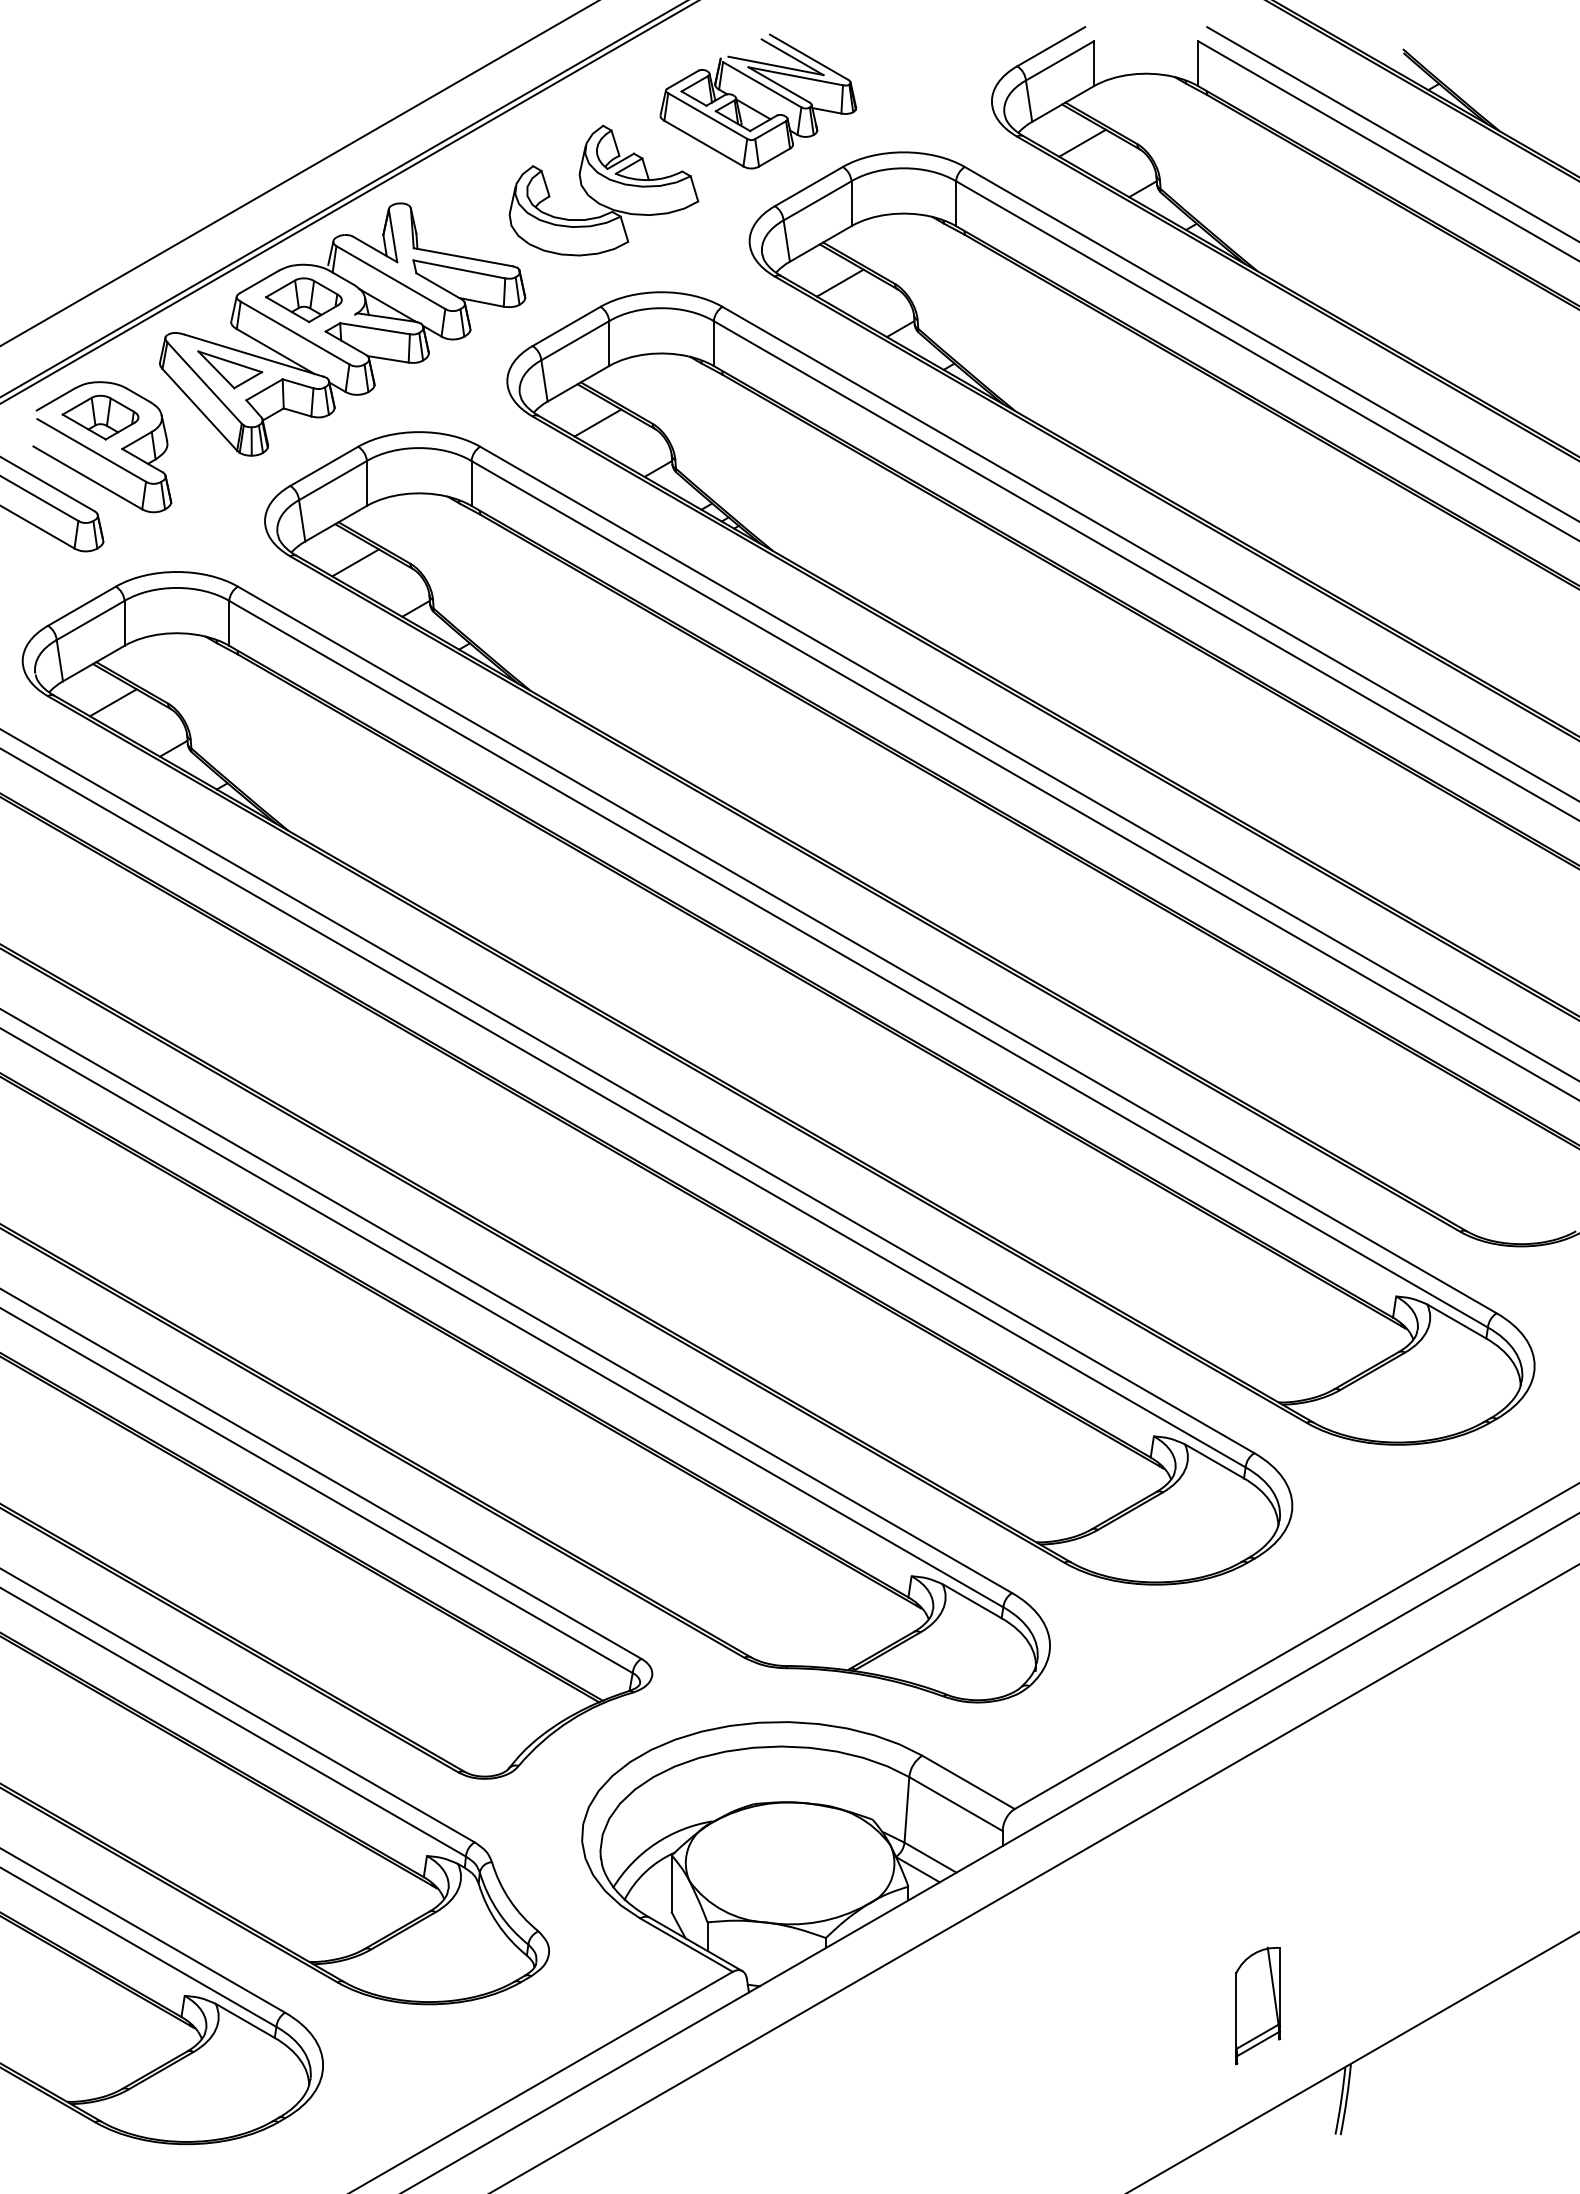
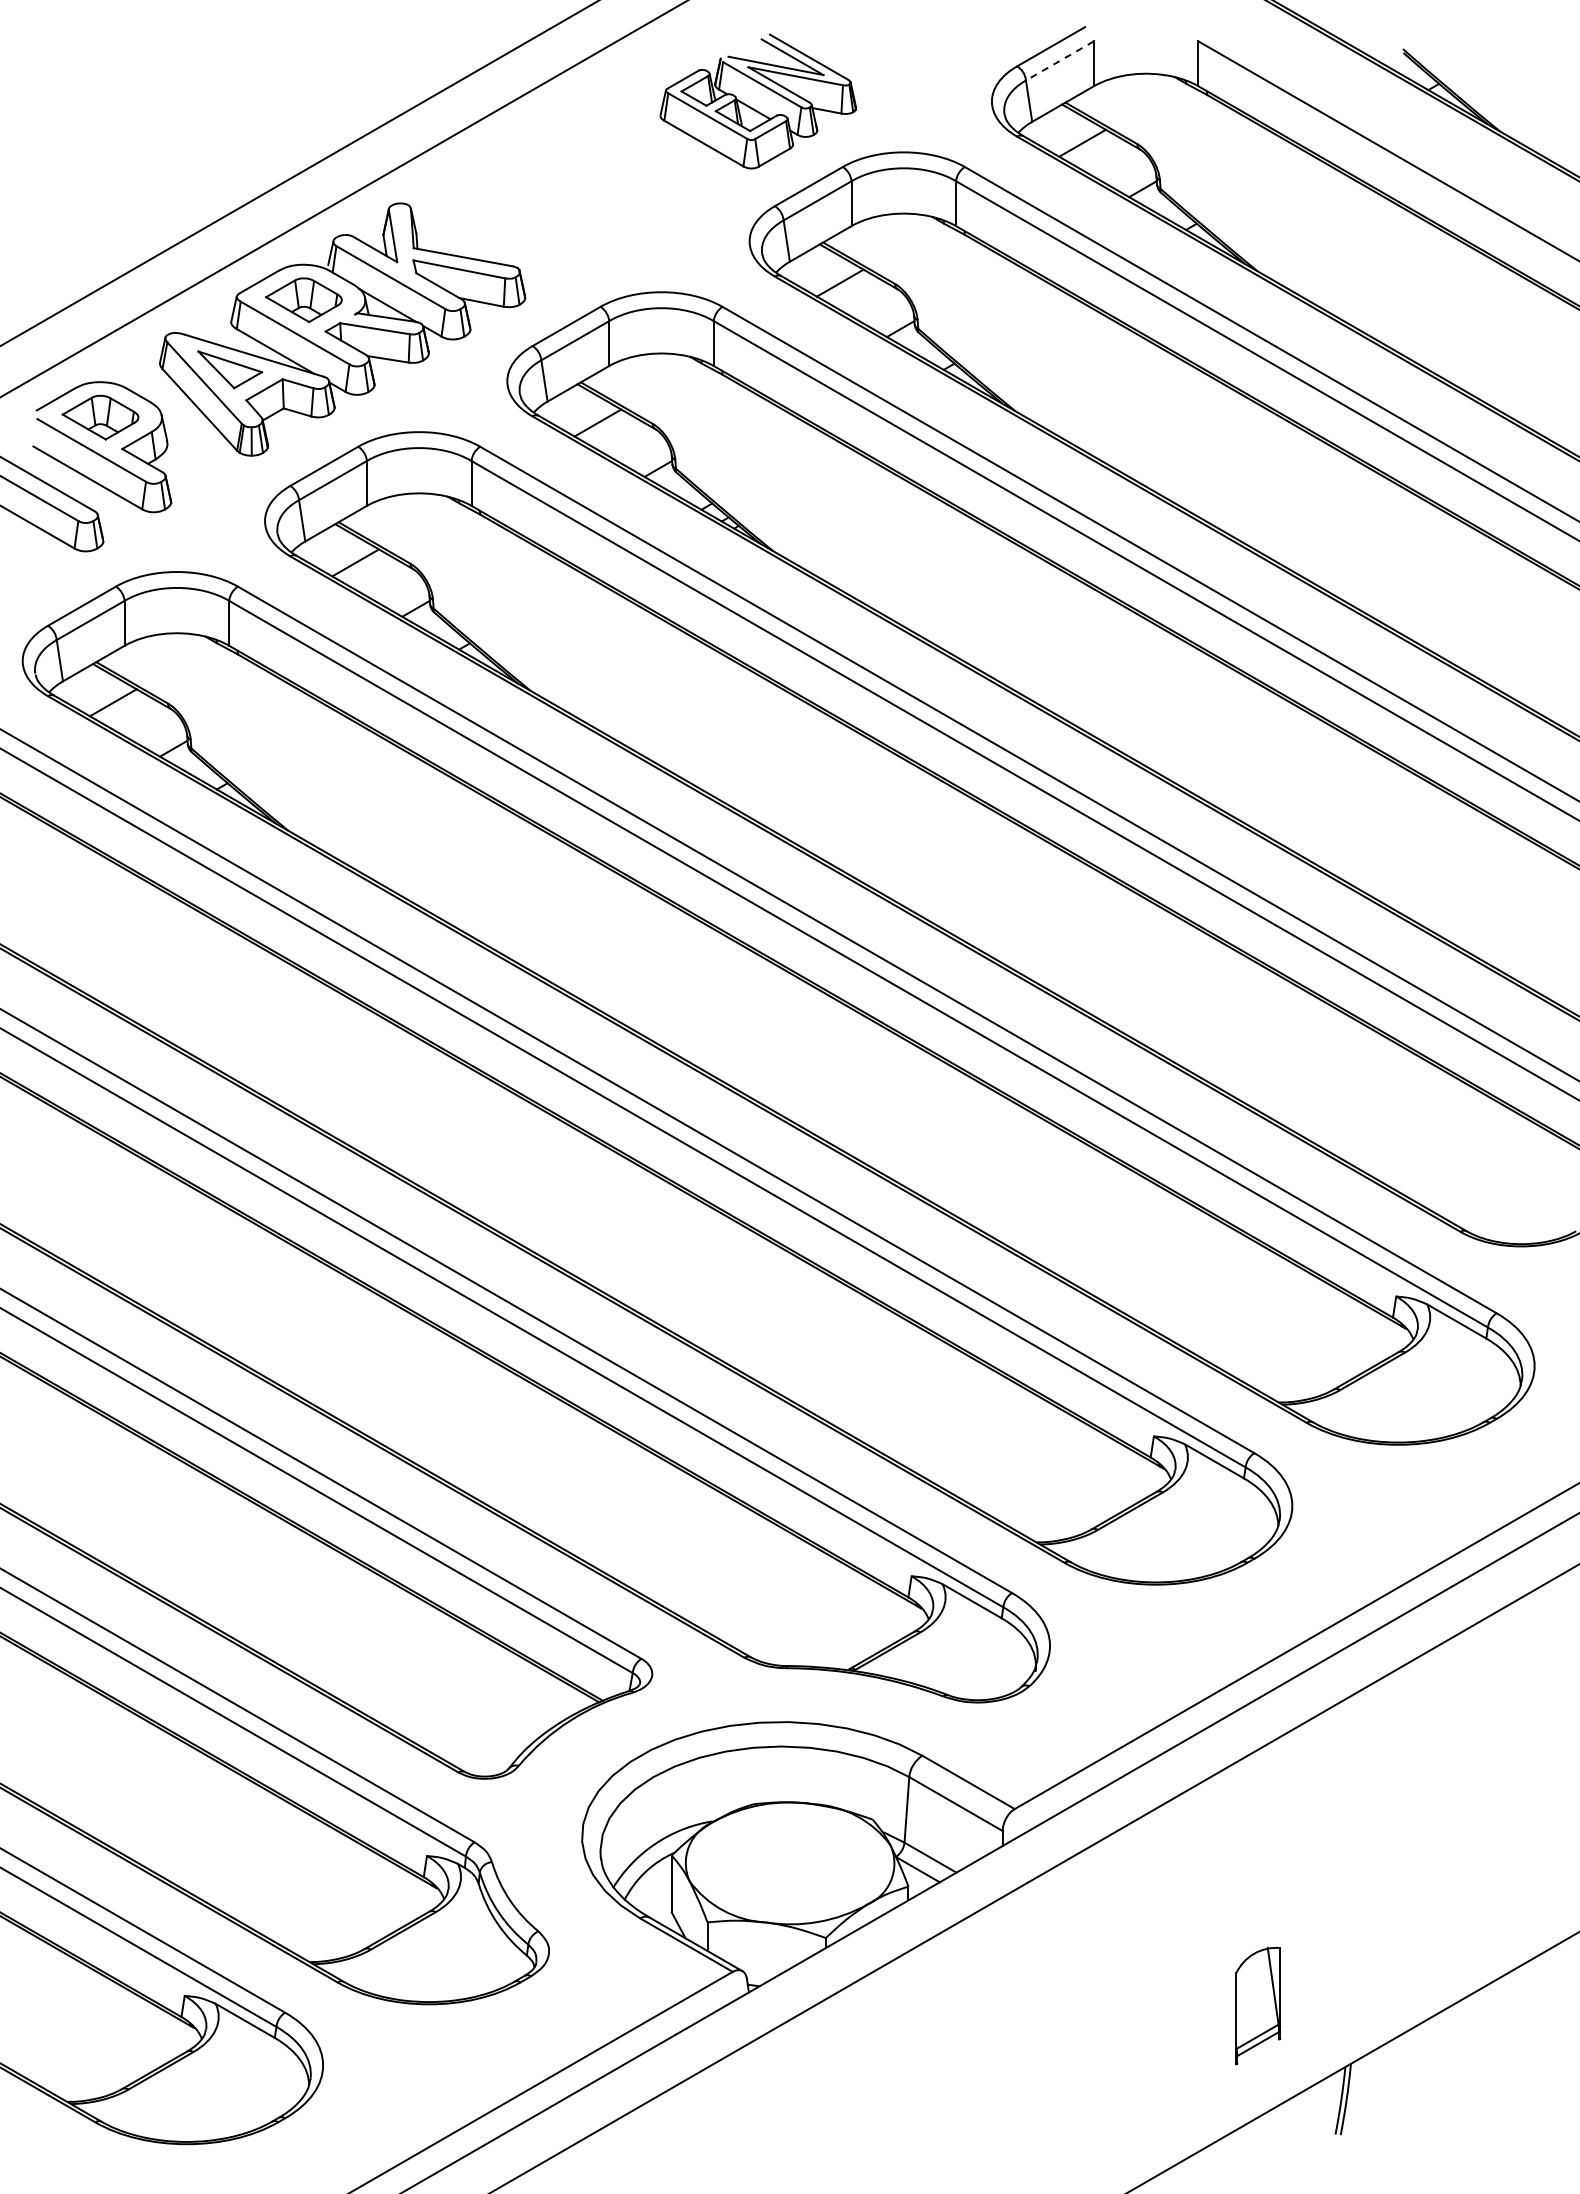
line at (1059, 61): solid -> dashed
line at (1391, 133): present -> none
part at (603, 190): present -> none
line at (348, 202): present -> none
